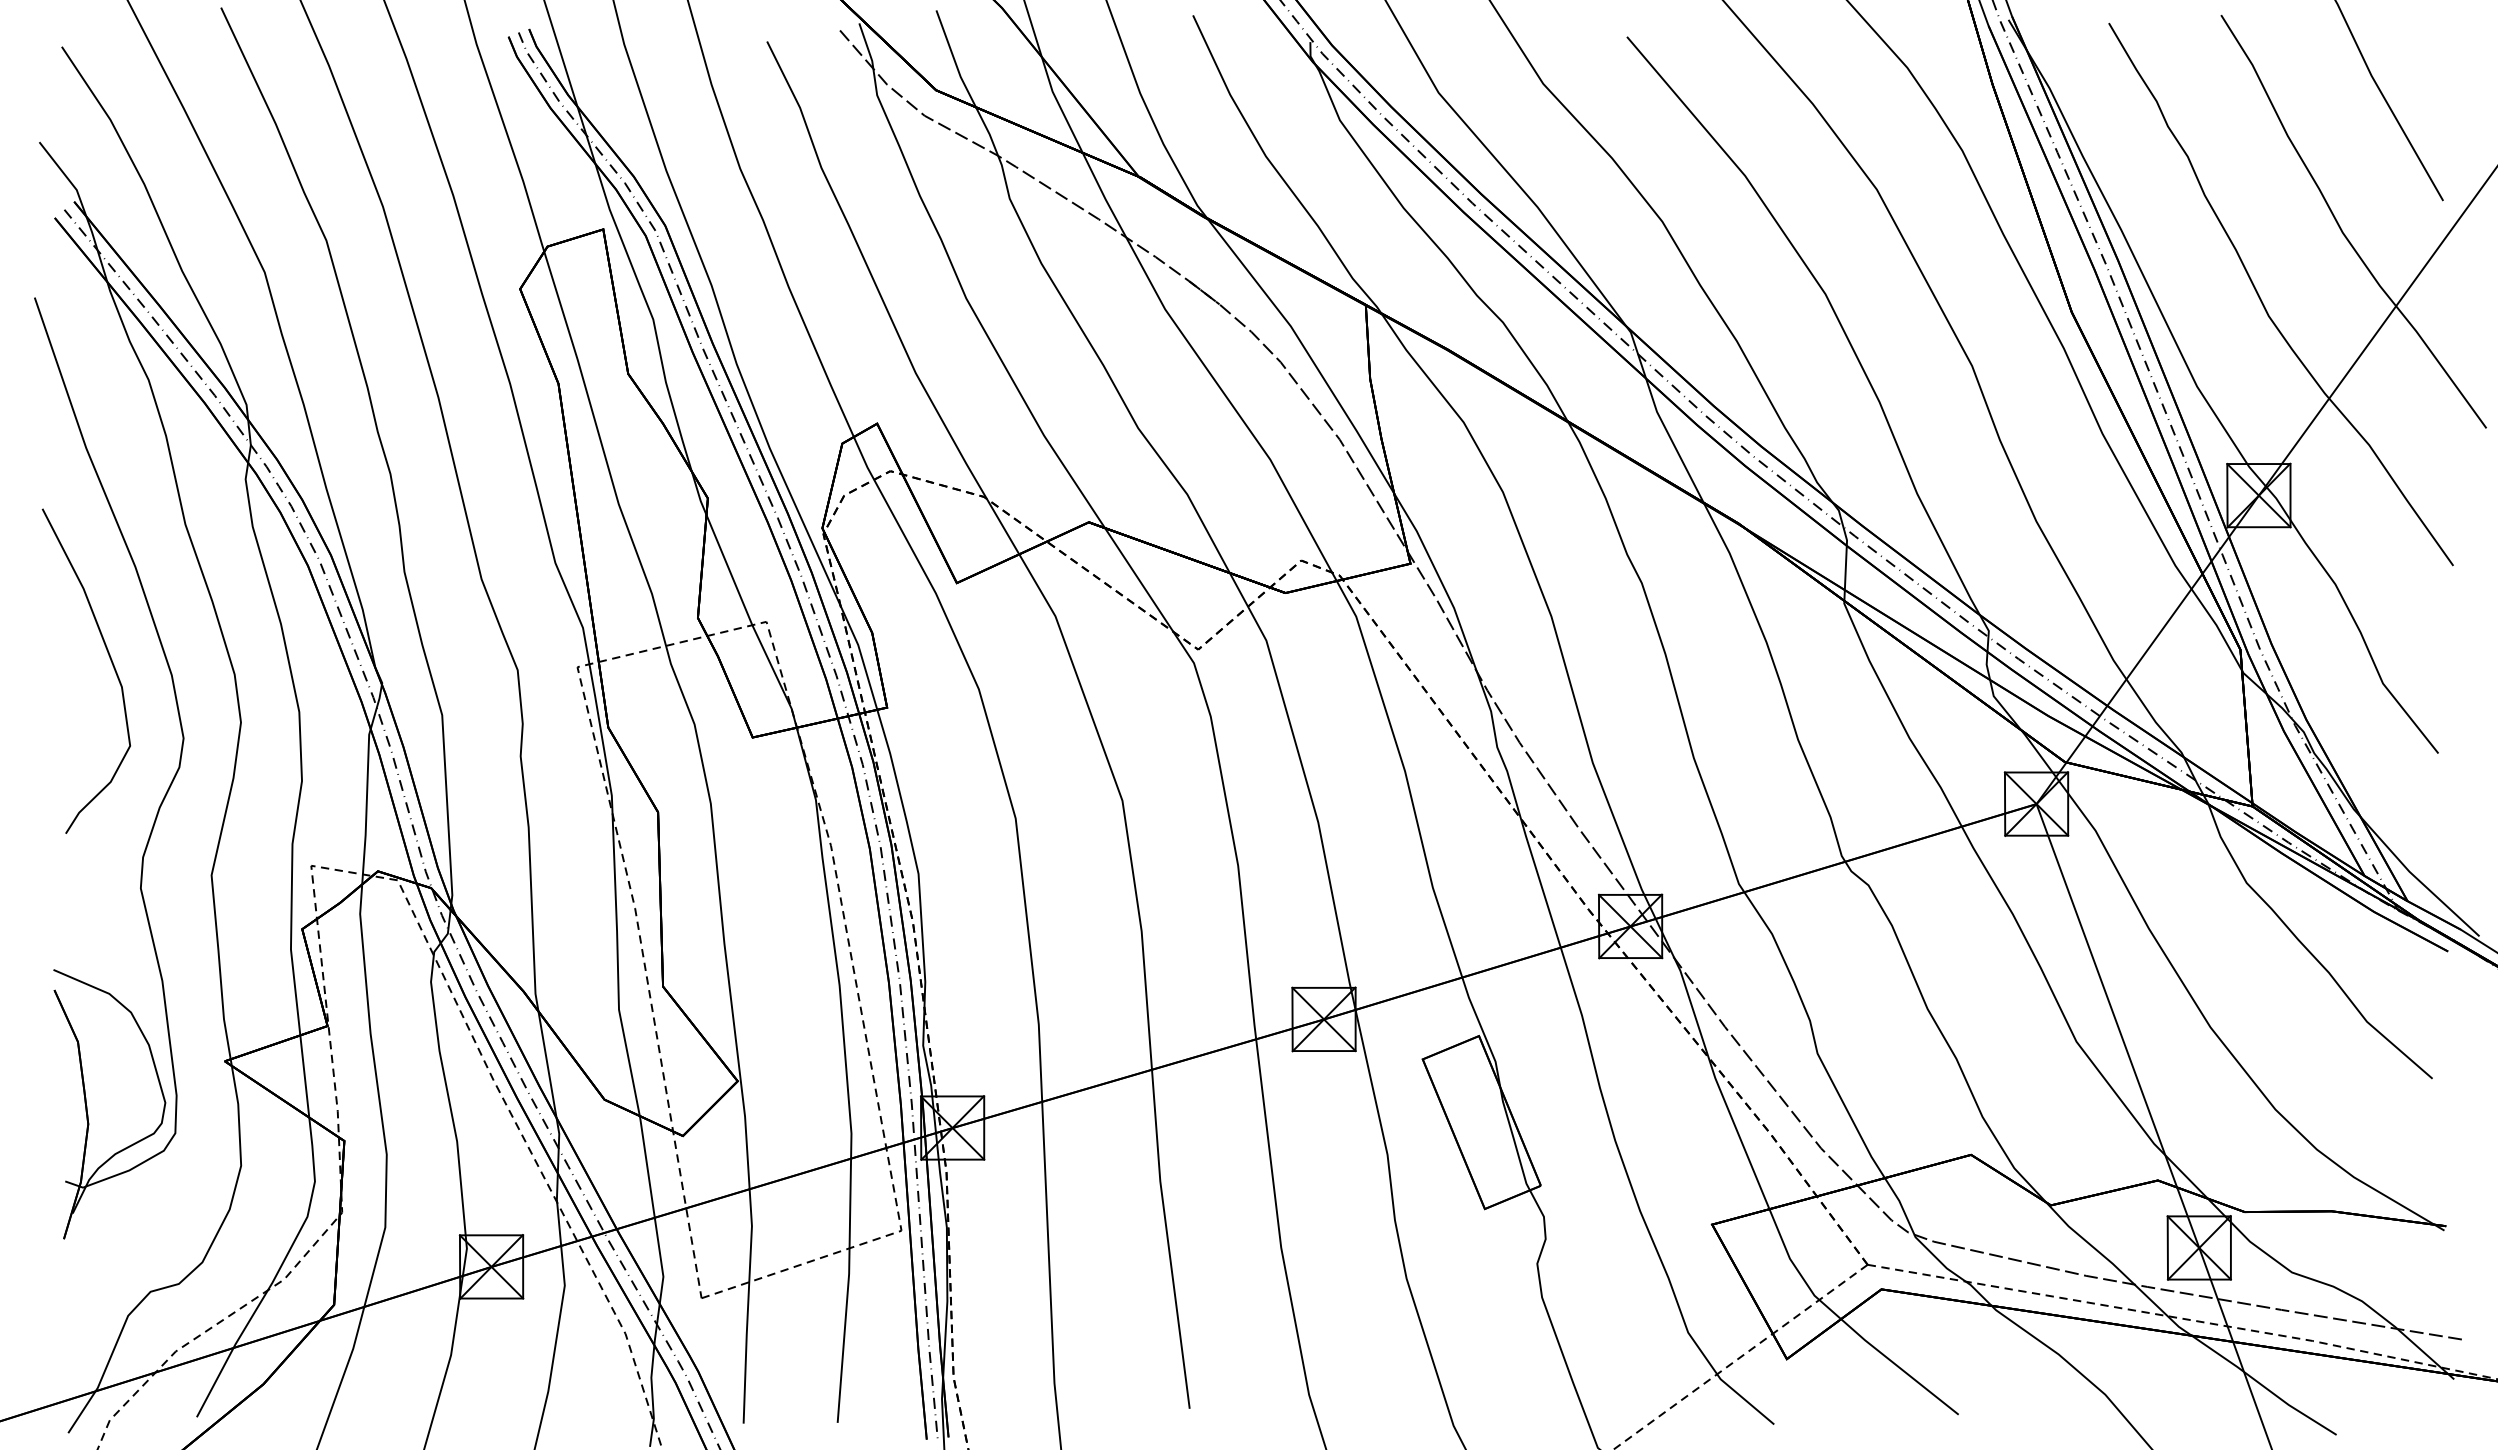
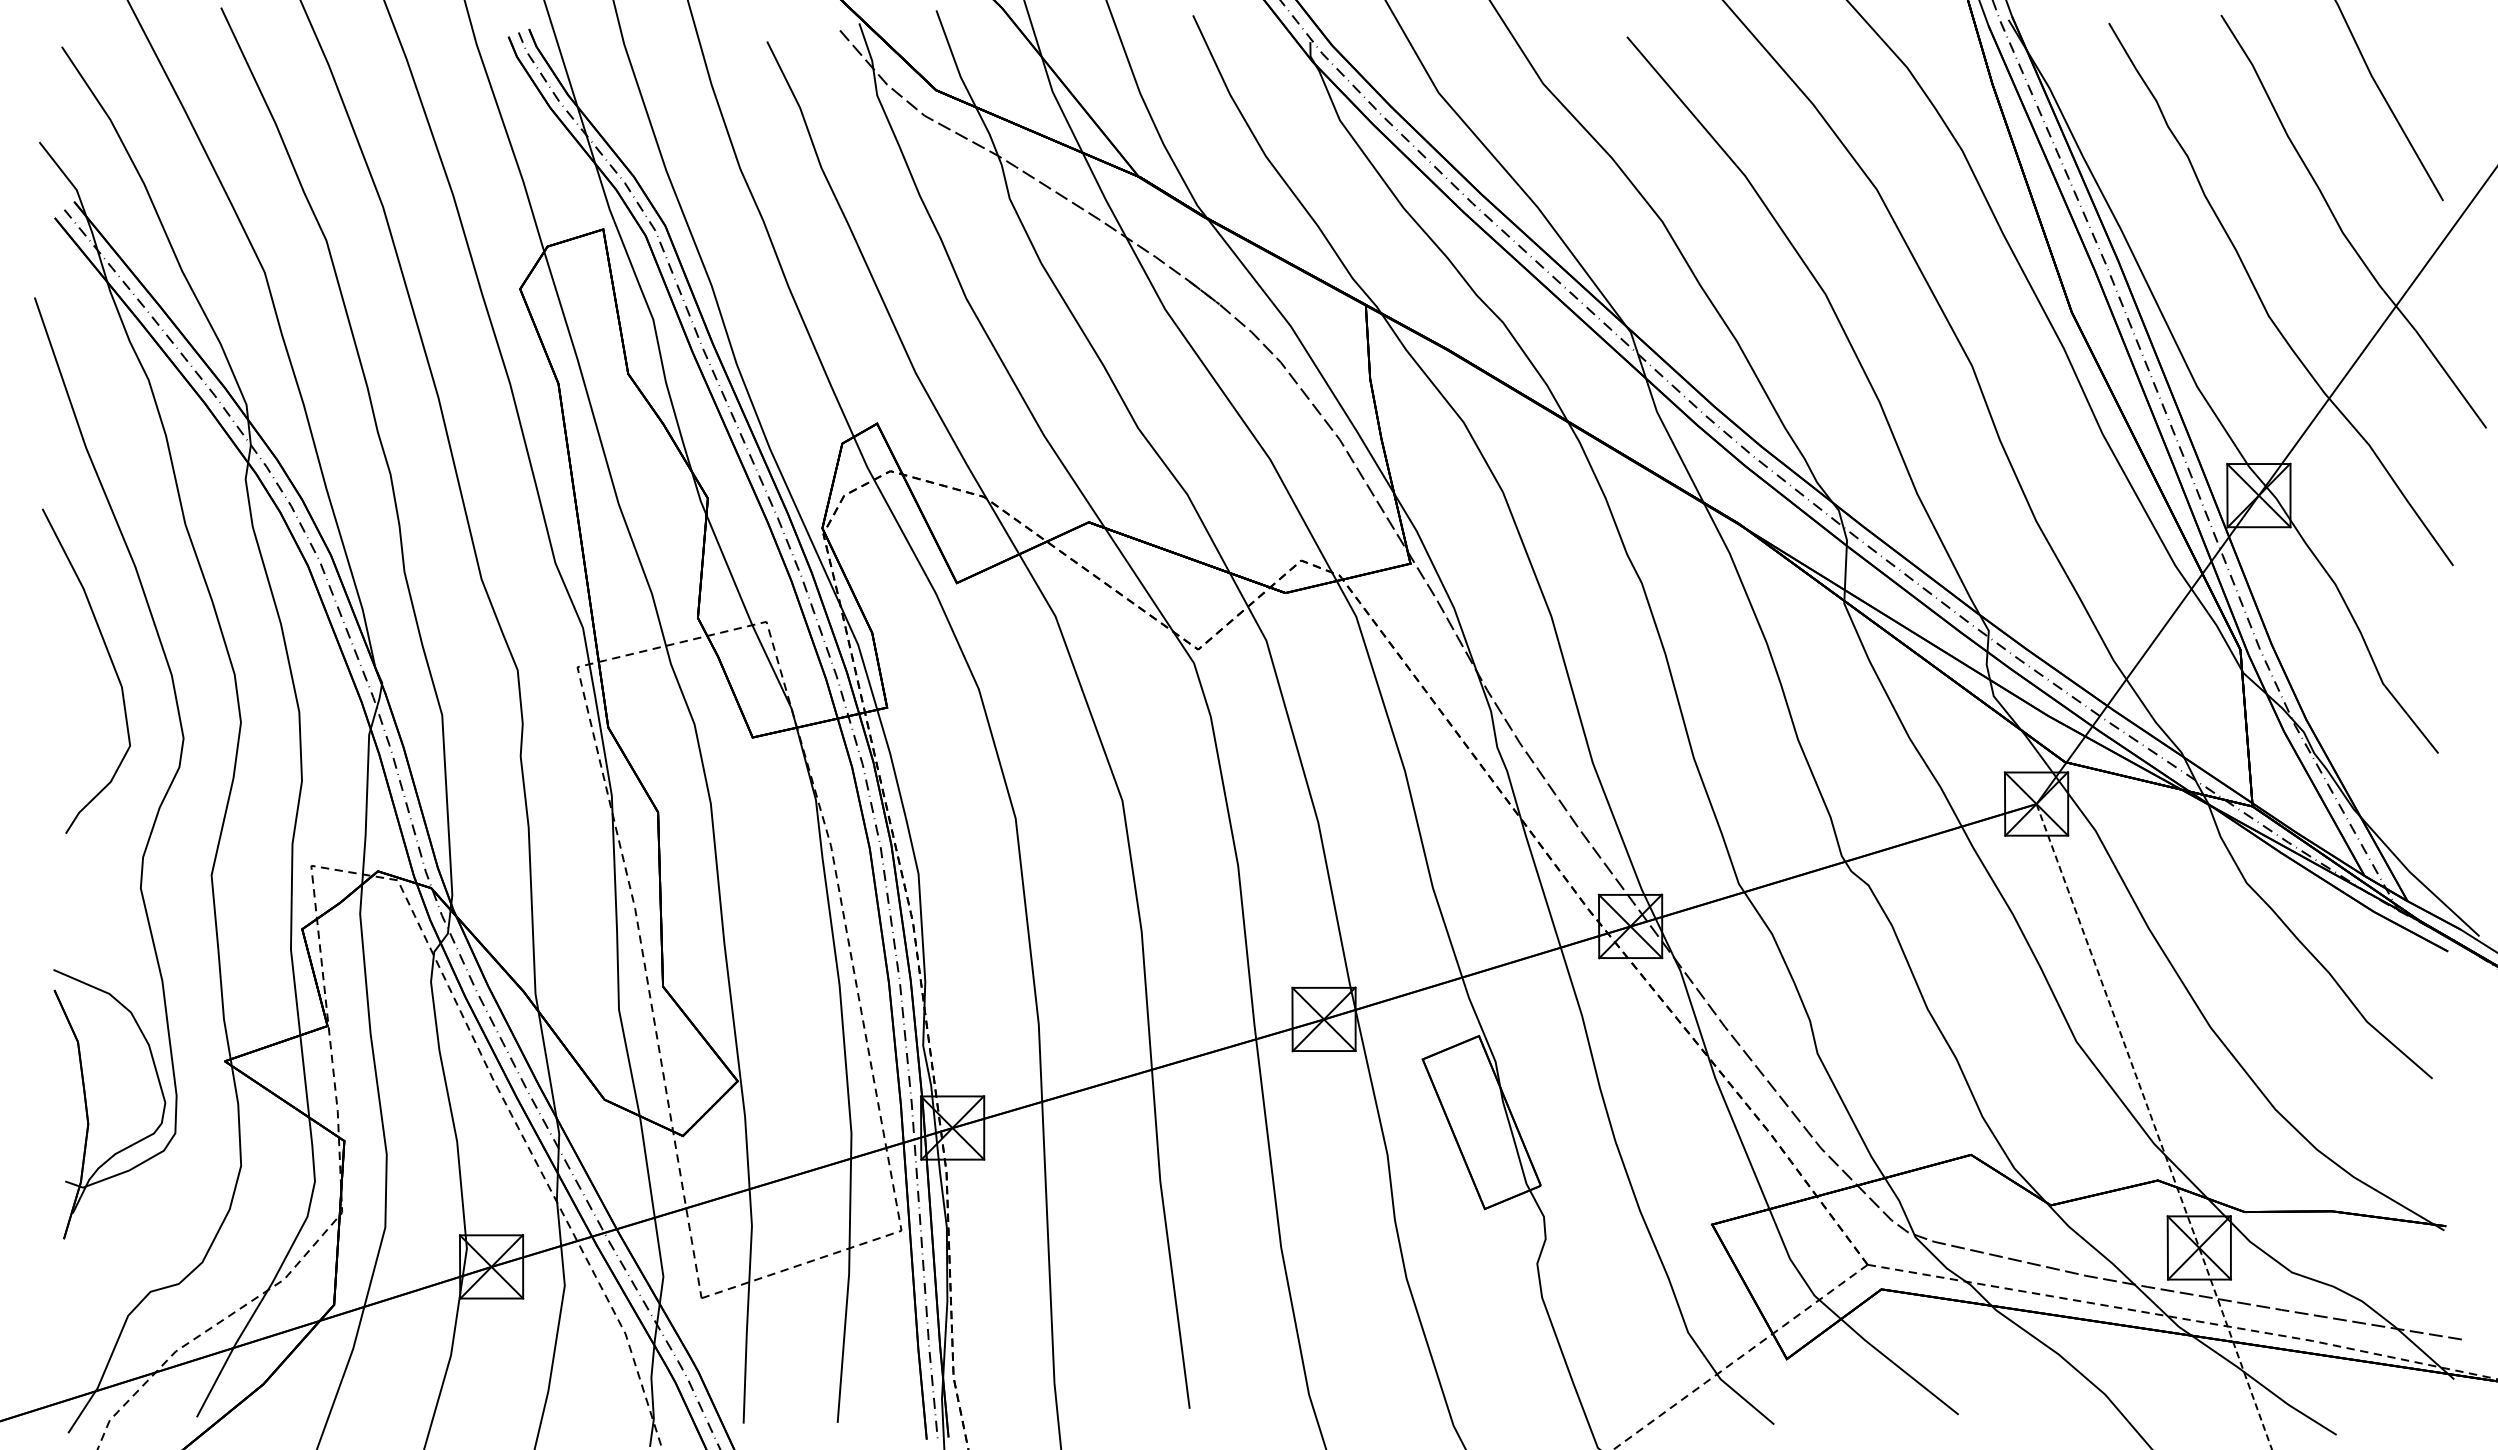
line at (2154, 1126): solid -> dashed
